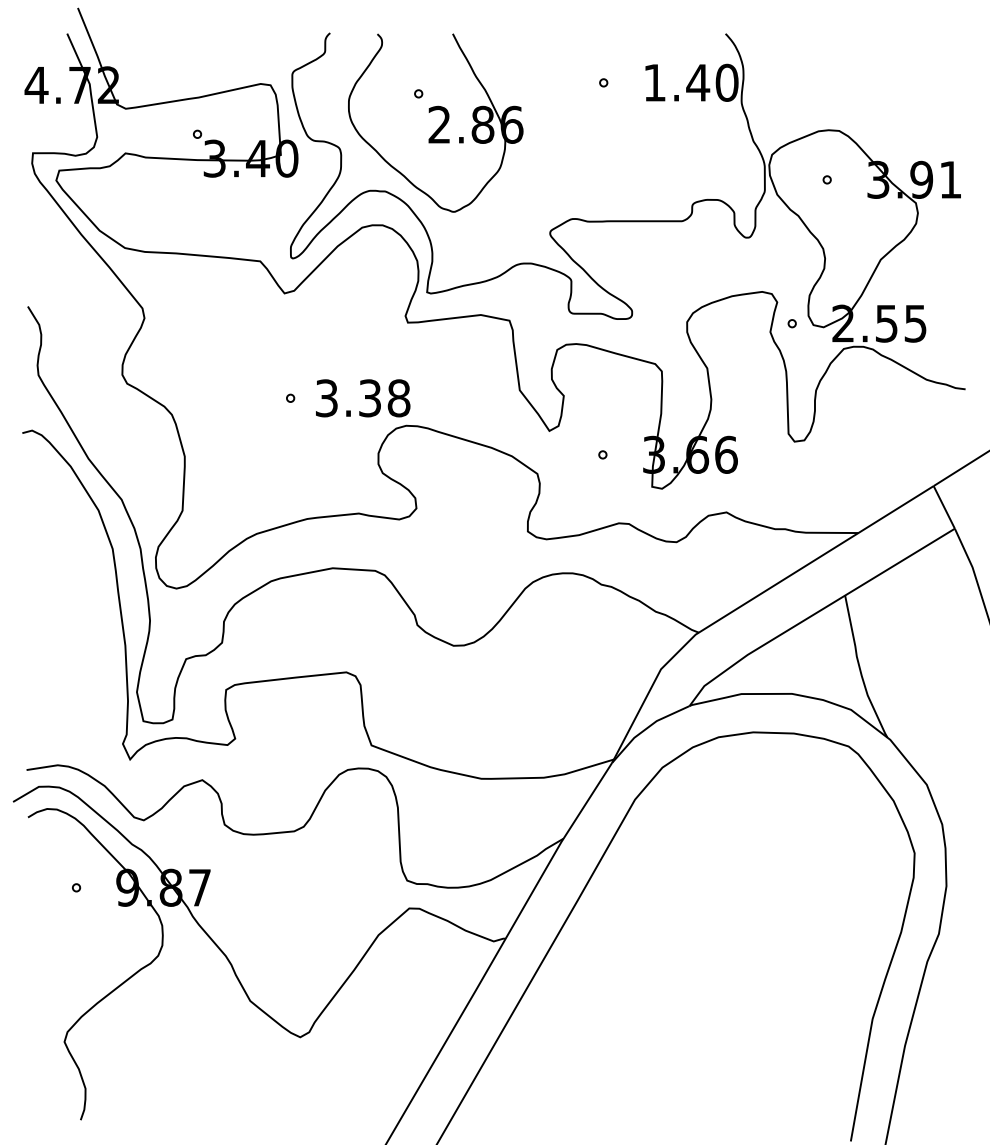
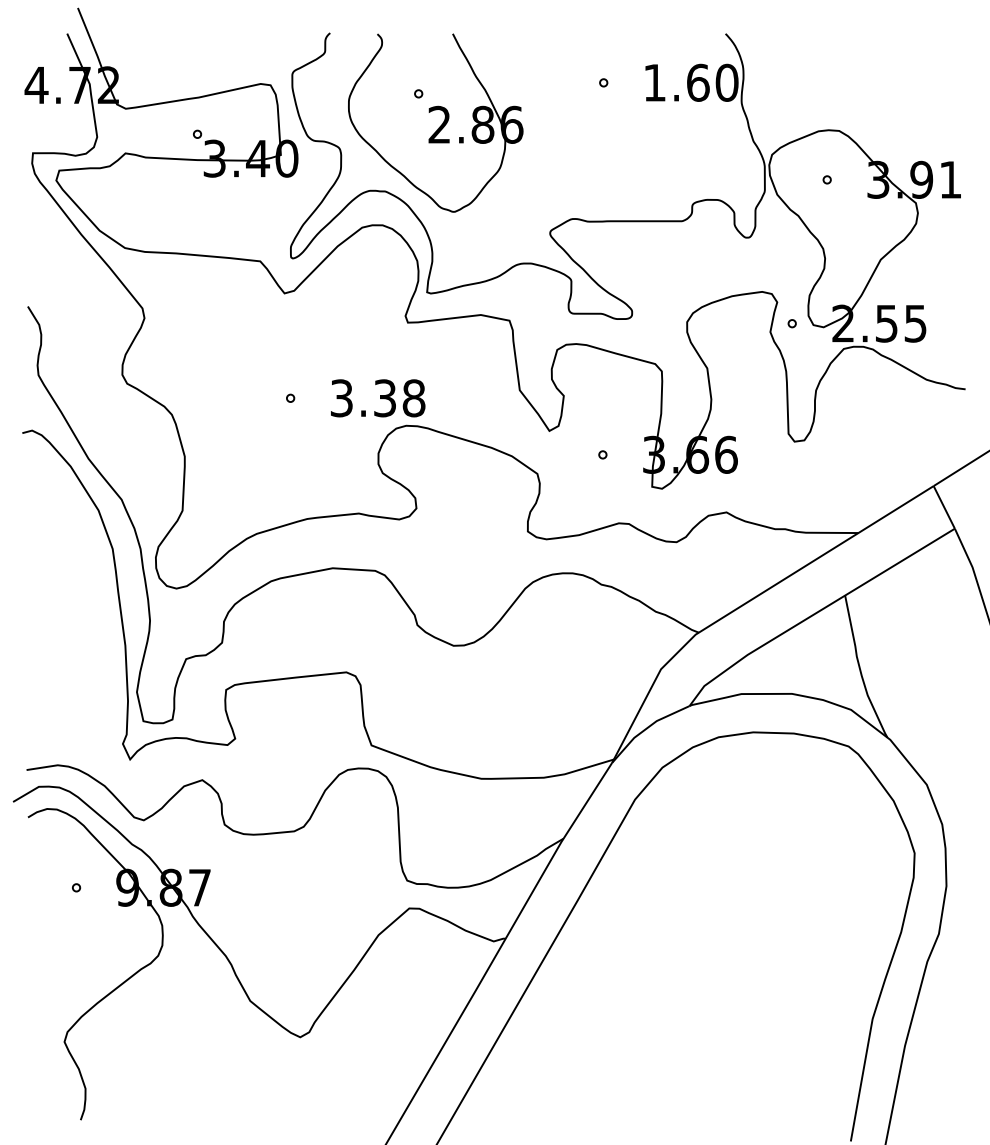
text at (698, 82): 1.40 -> 1.60
text at (363, 398) position: (363, 398) -> (378, 398)
